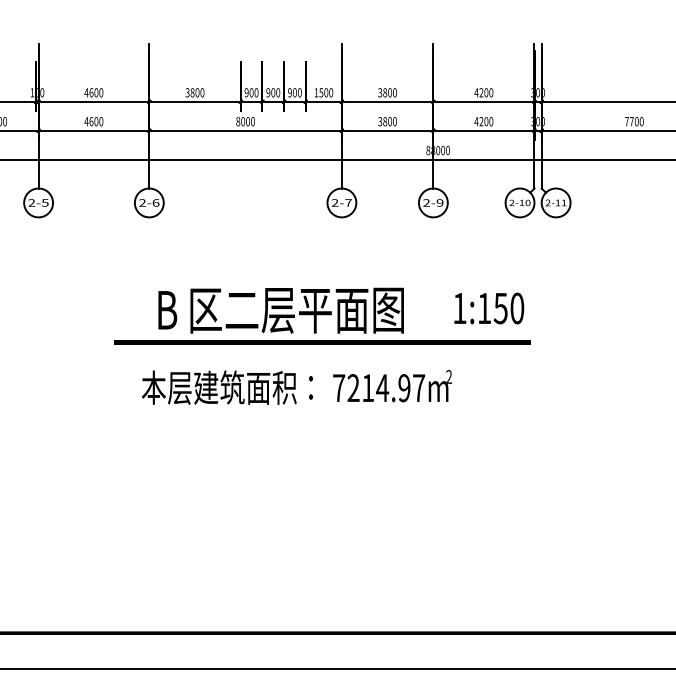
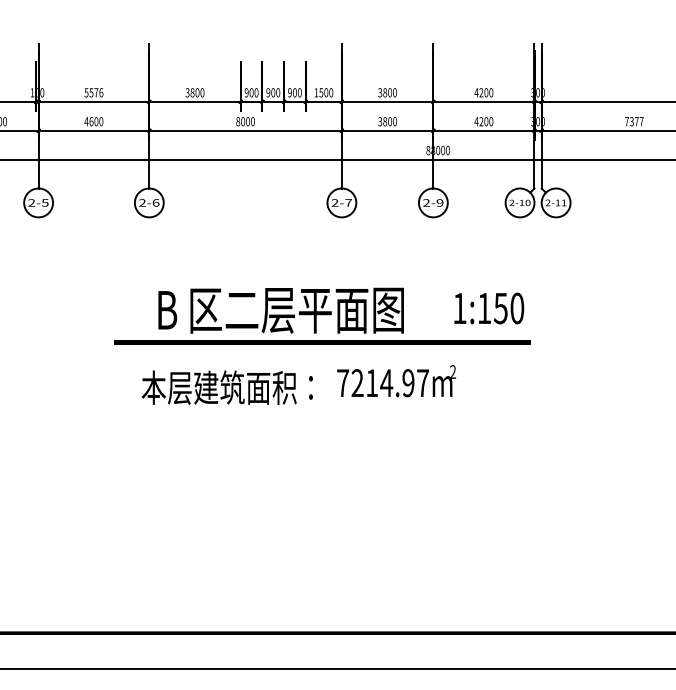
text at (93, 92): 4600 -> 5576
text at (636, 121): 7700 -> 7377
text at (392, 386) position: (392, 386) -> (396, 381)
